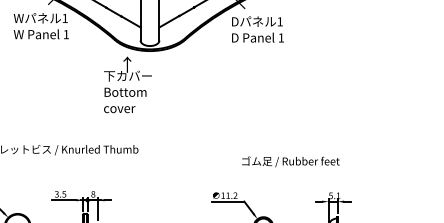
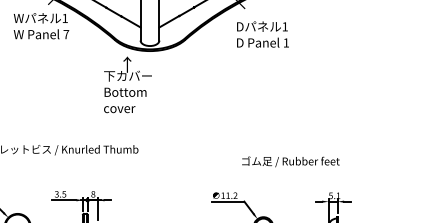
text at (257, 29) position: (257, 29) -> (262, 34)
text at (66, 34): 1 -> 7
